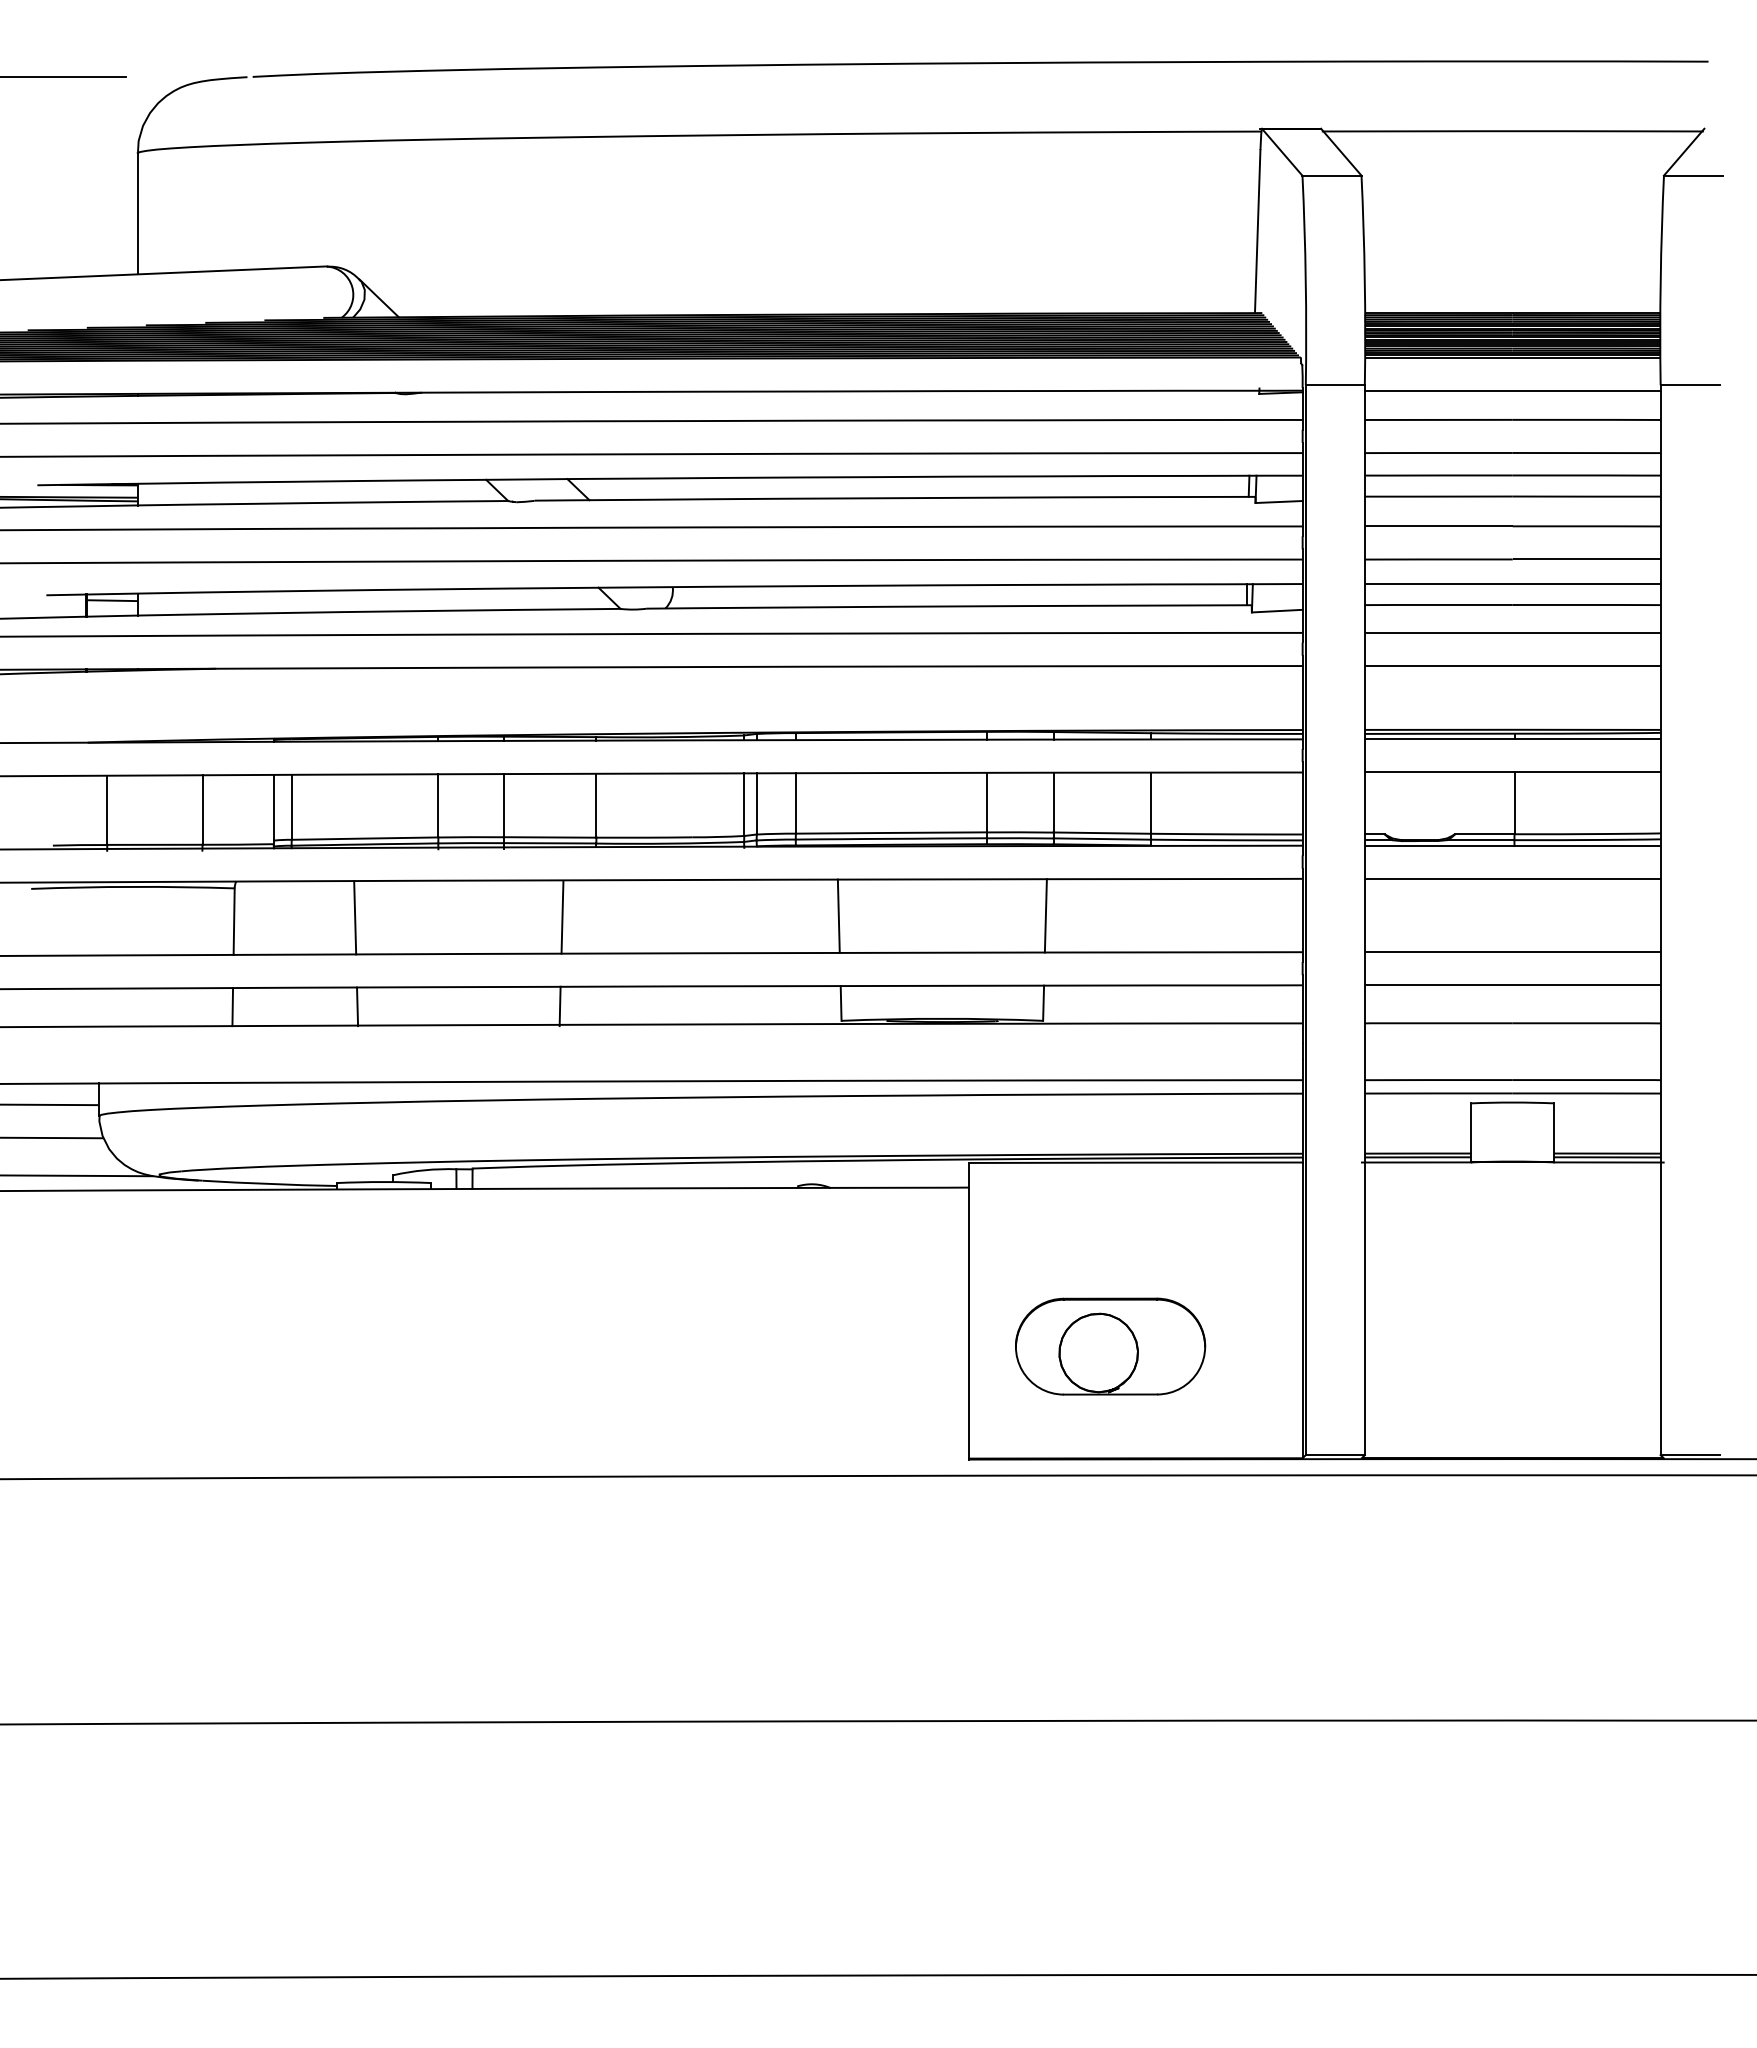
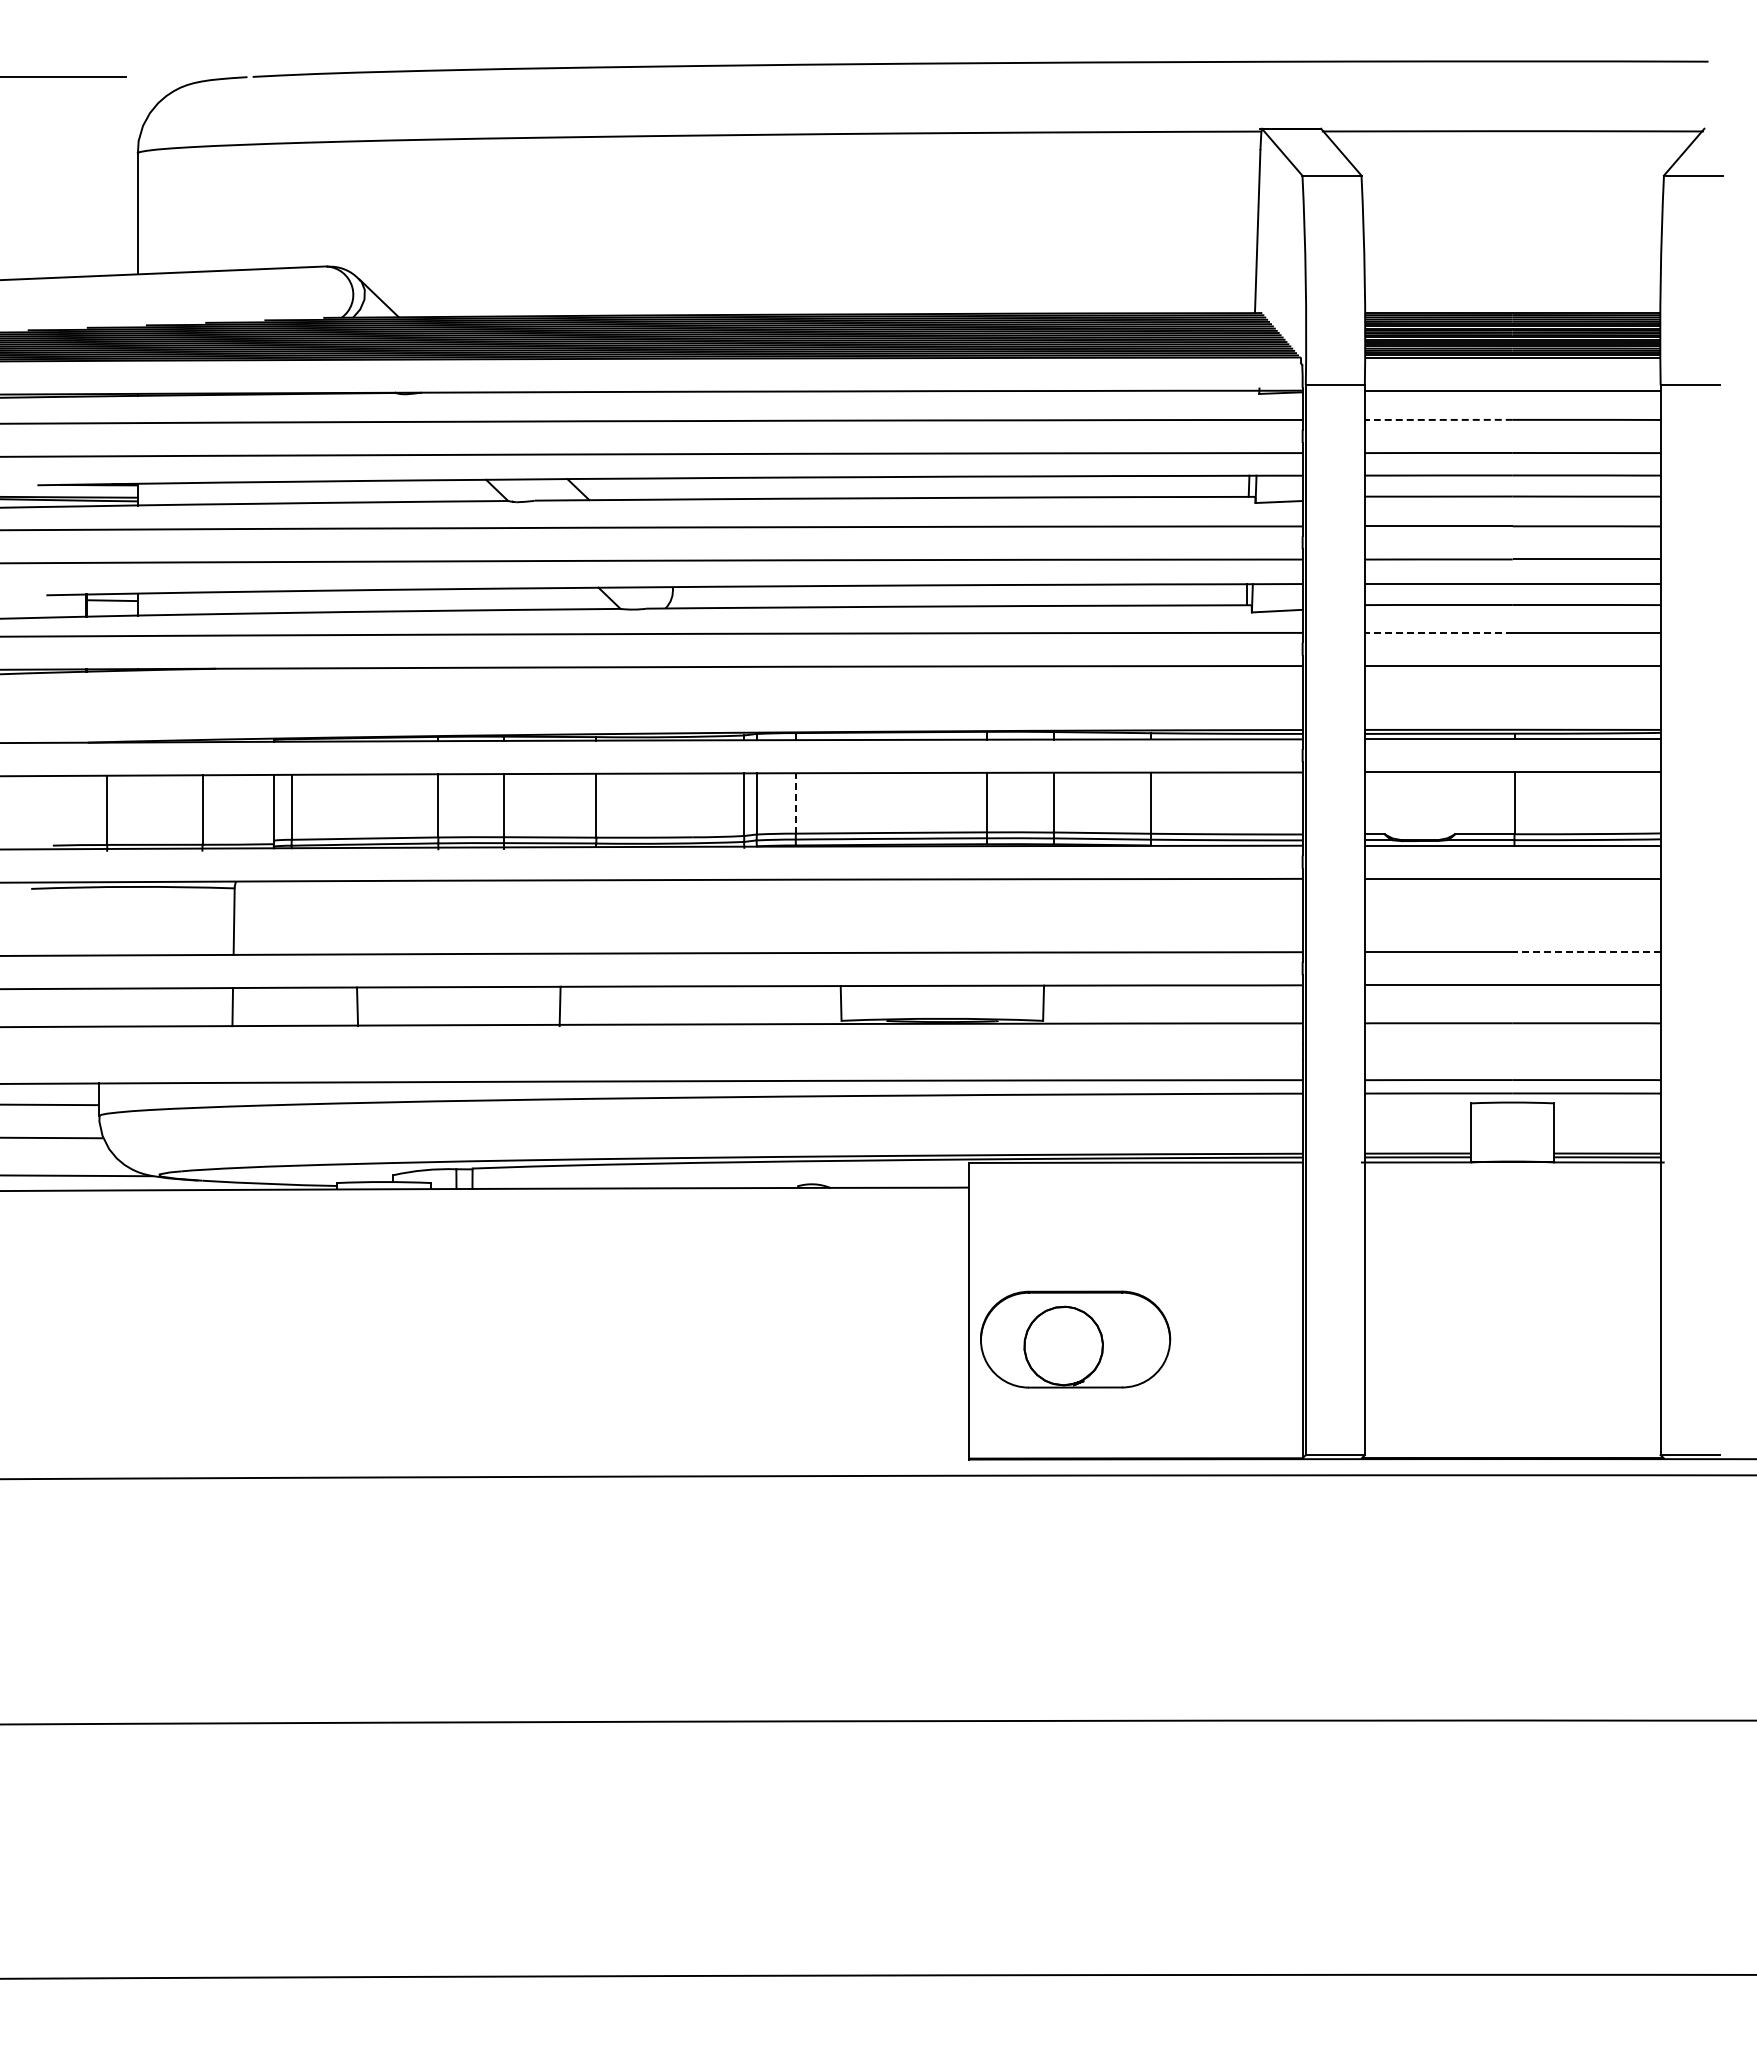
line at (1437, 419): solid -> dashed
line at (1437, 632): solid -> dashed
line at (795, 802): solid -> dashed
line at (838, 915): present -> none
line at (1045, 915): present -> none
line at (355, 917): present -> none
line at (562, 917): present -> none
line at (1587, 952): solid -> dashed
part at (1110, 1346) position: (1110, 1346) -> (1075, 1339)
